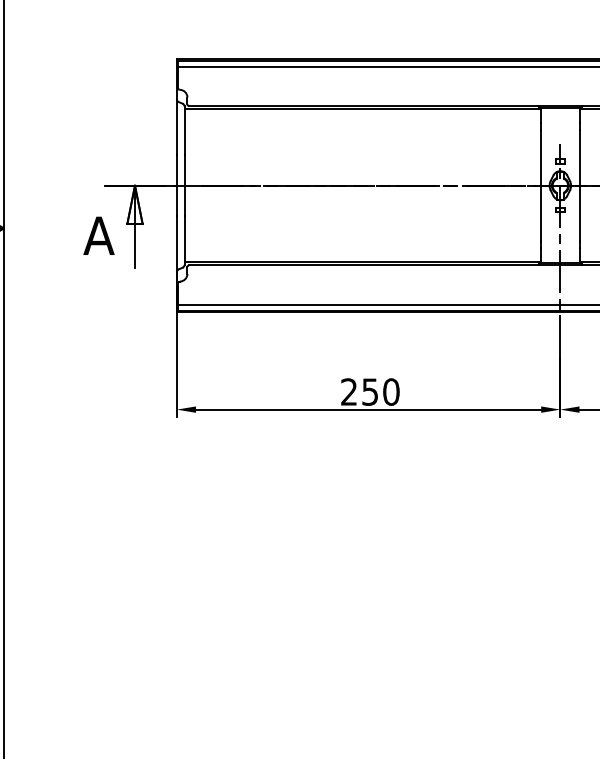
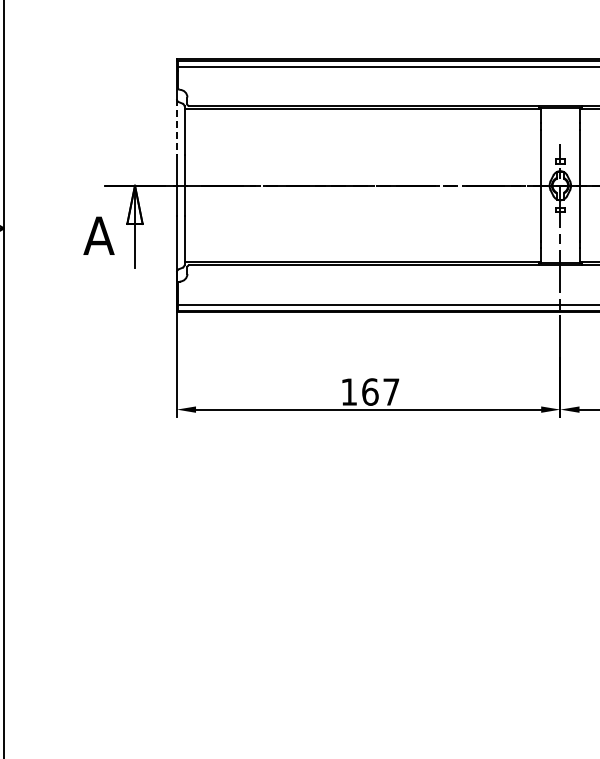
line at (176, 127): solid -> dashed
text at (370, 391): 250 -> 167
